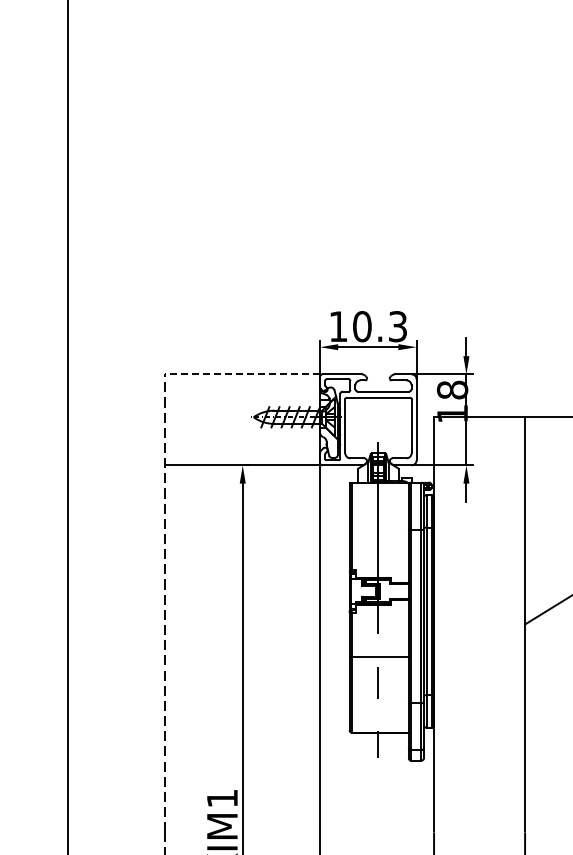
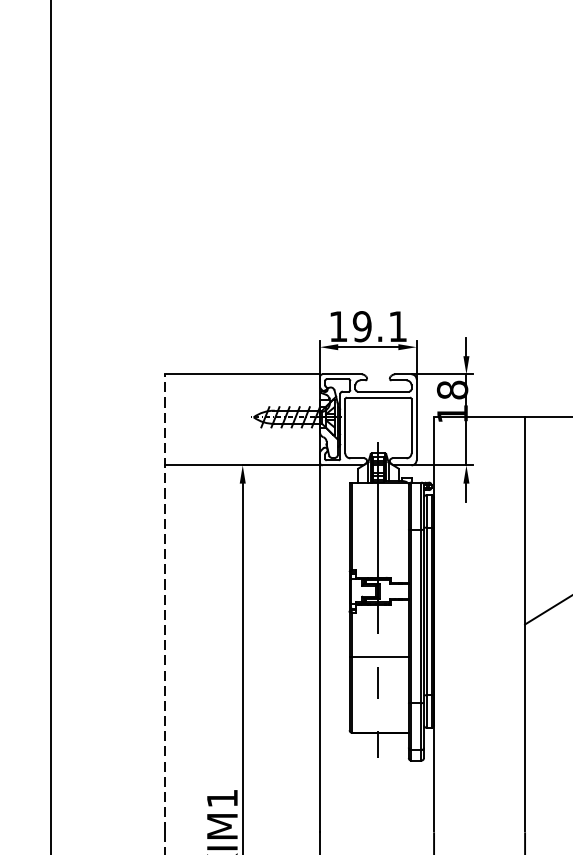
text at (379, 326): 10.3 -> 19.1
line at (242, 374): dashed -> solid
line at (67, 426) position: (67, 426) -> (50, 426)
